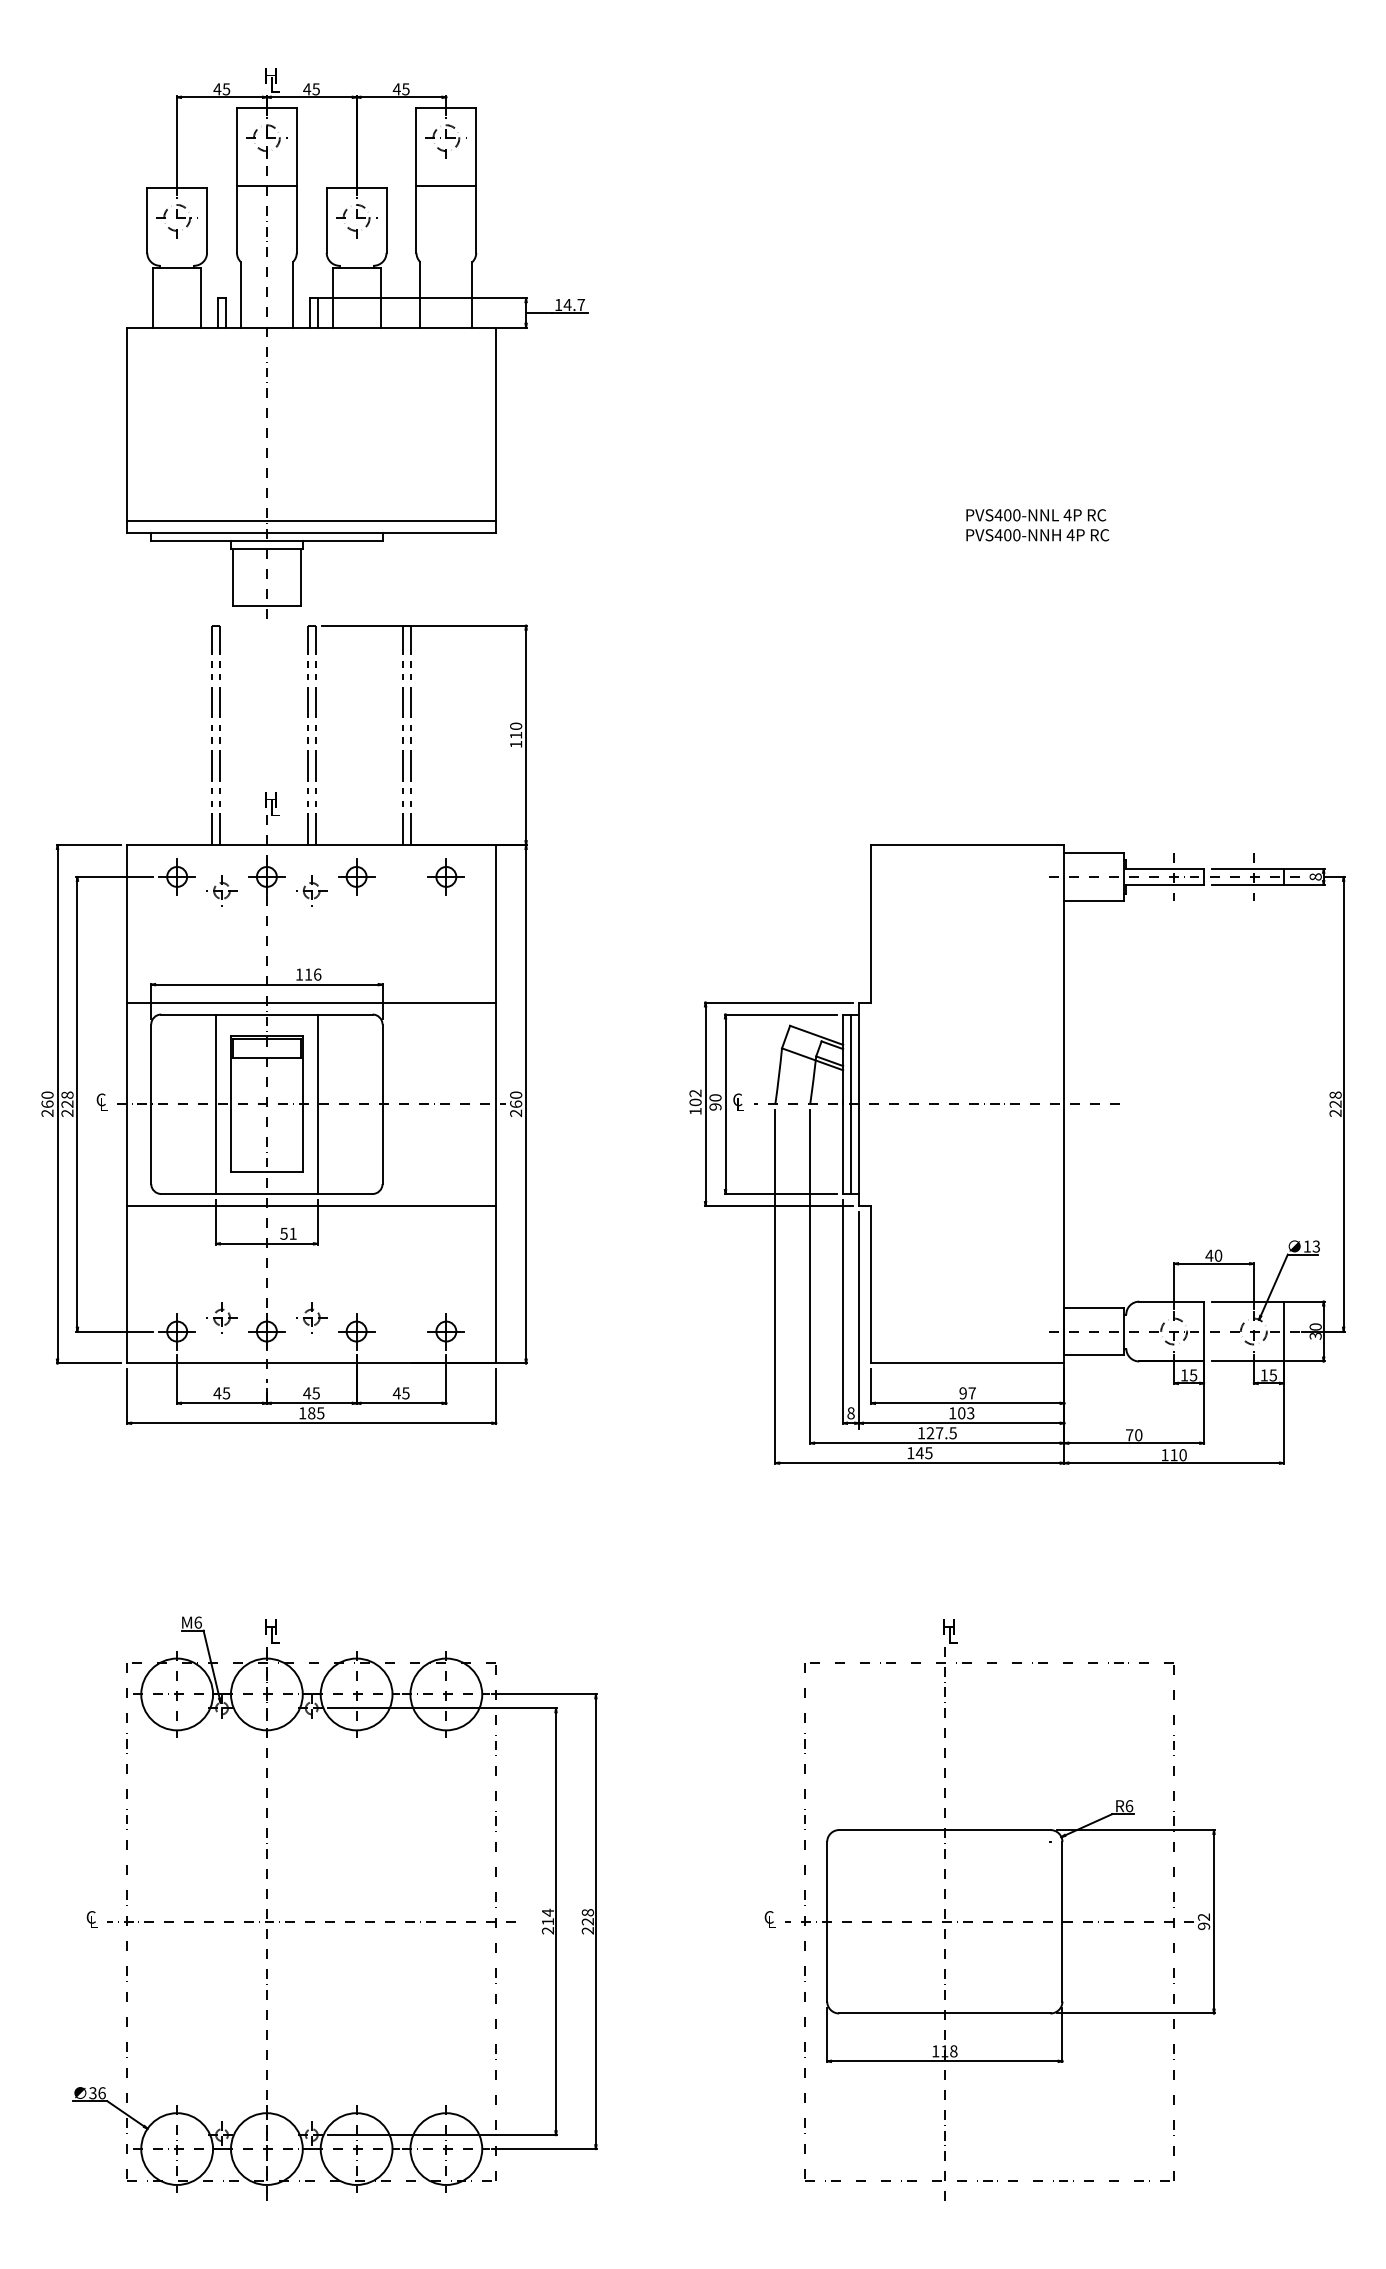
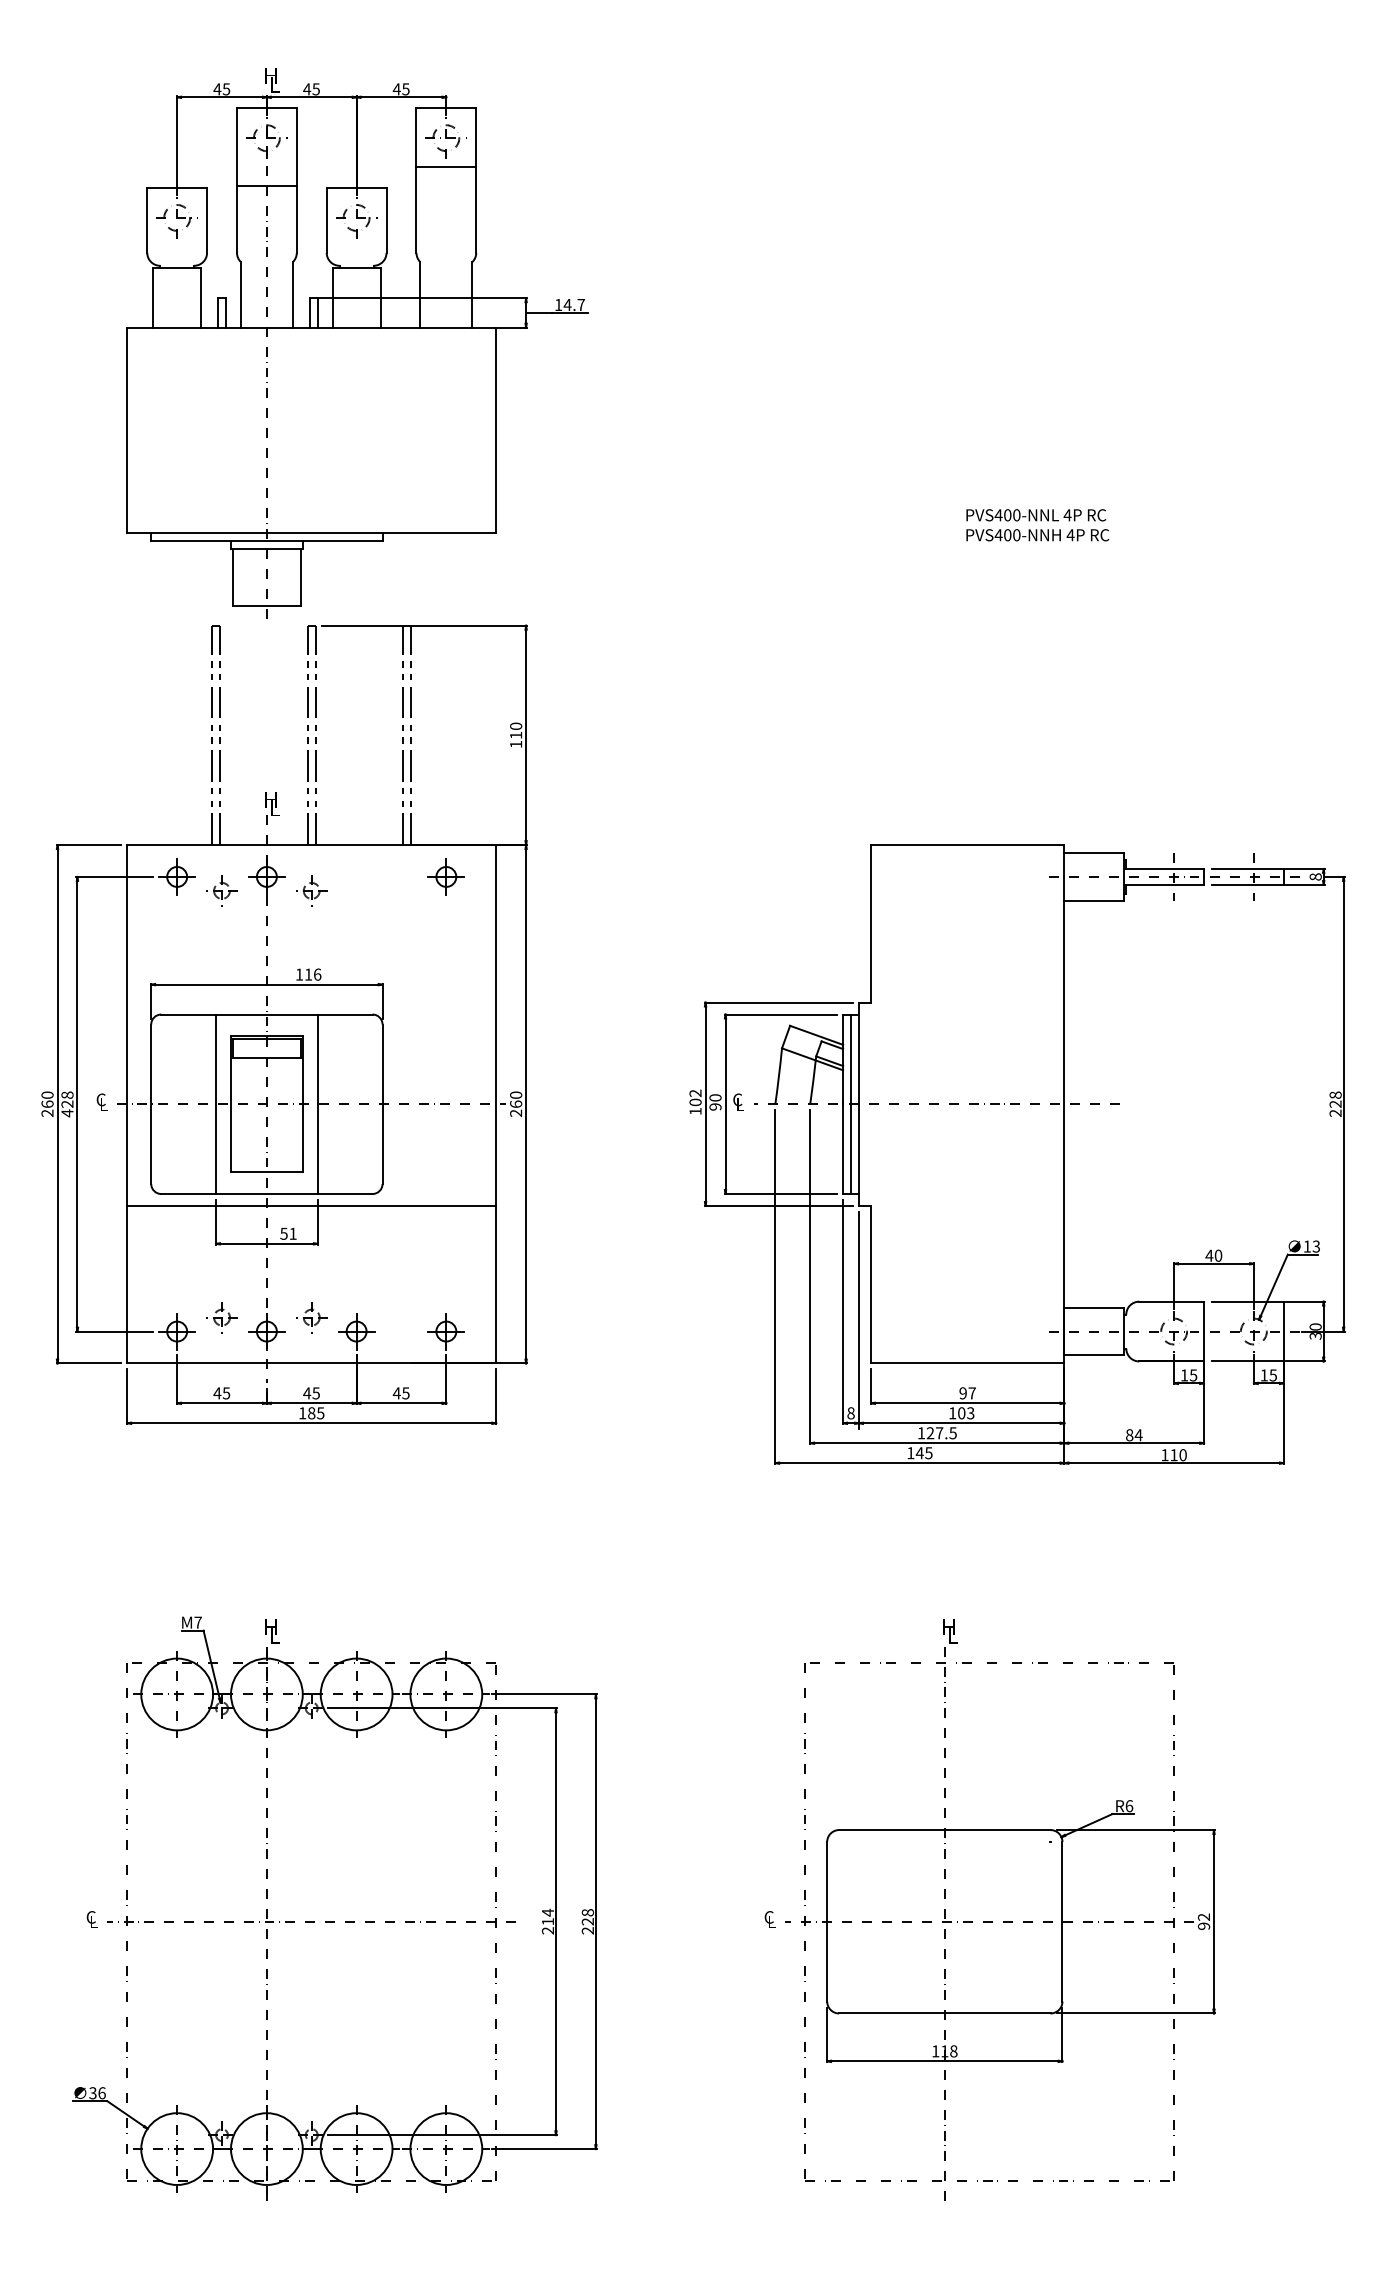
line at (446, 186) position: (446, 186) -> (446, 167)
line at (311, 521): present -> none
part at (356, 876): present -> none
line at (311, 1002): present -> none
text at (67, 1113): 228 -> 428
text at (1134, 1435): 70 -> 84
text at (197, 1622): M6 -> M7
